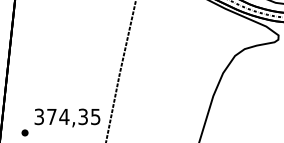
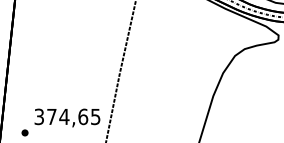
text at (83, 116): 374,35 -> 374,65
